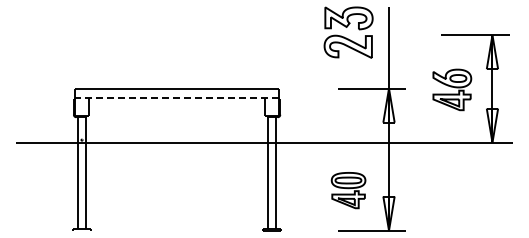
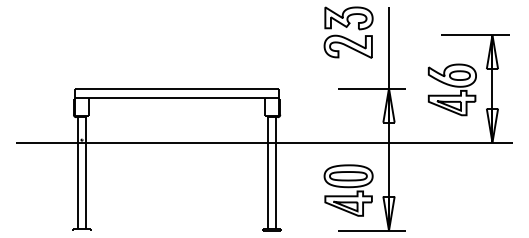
part at (452, 89) size: 41x44 px -> 50x54 px
line at (177, 97): dashed -> solid
part at (348, 190) size: 37x38 px -> 51x53 px
